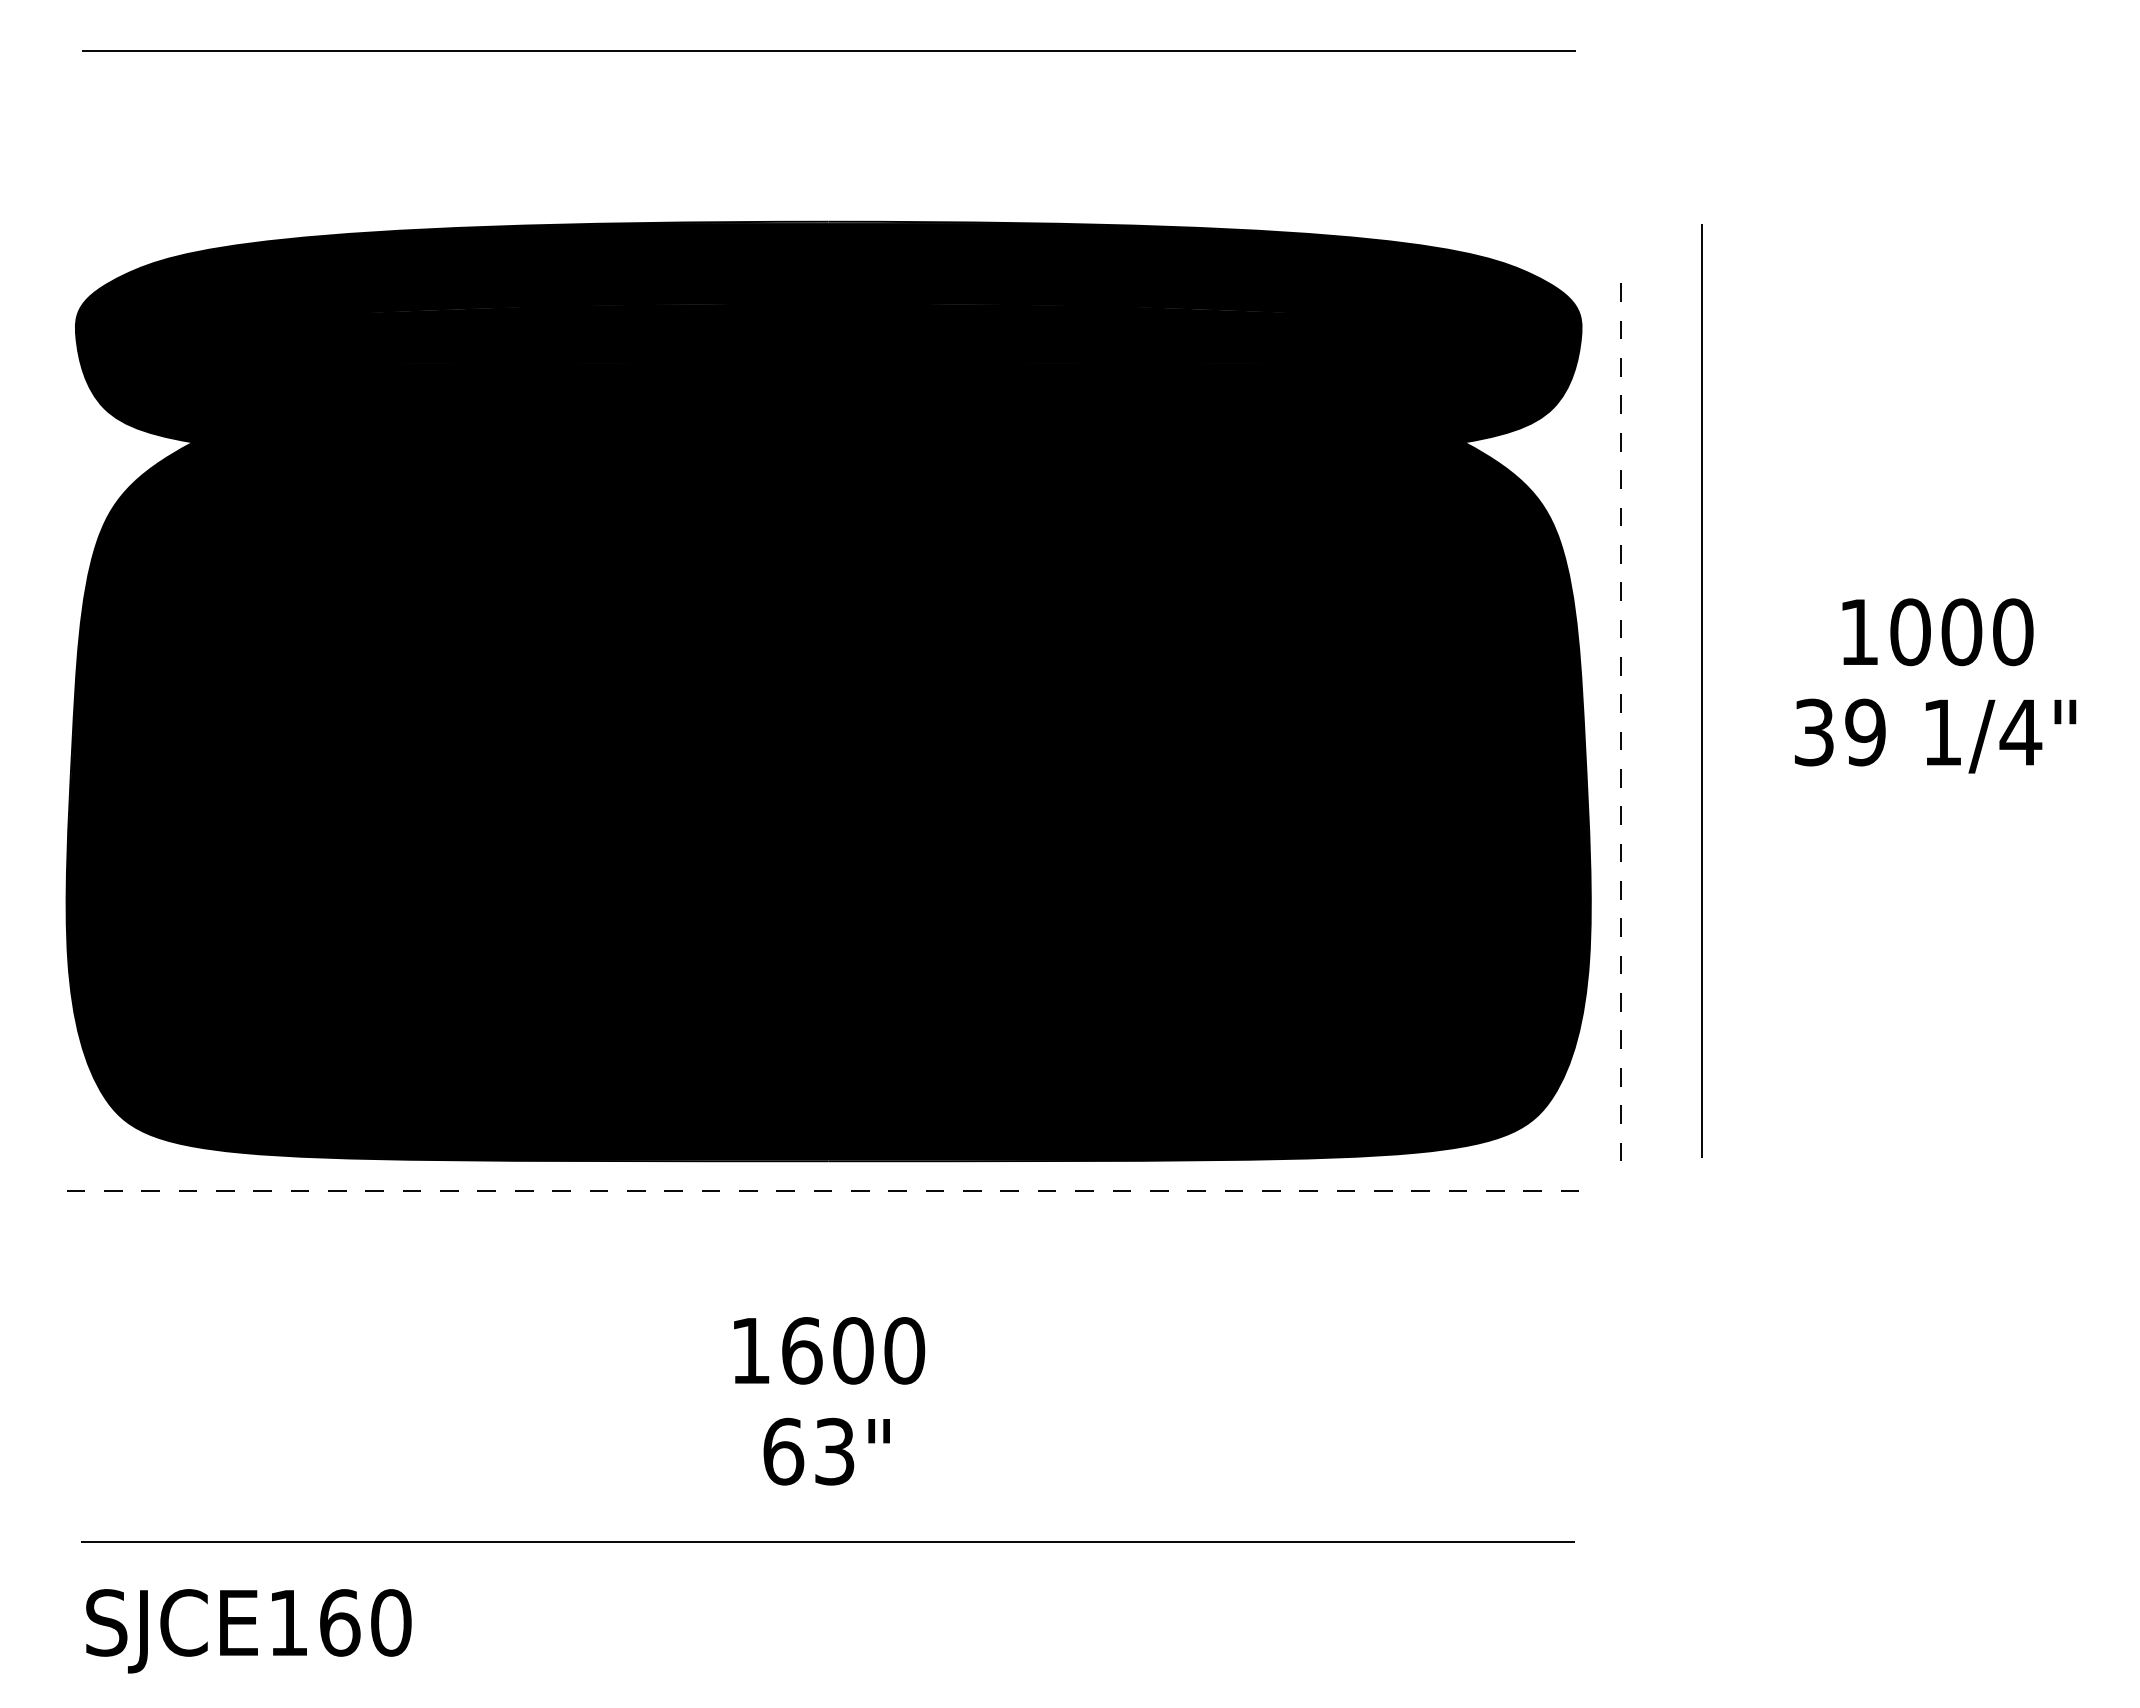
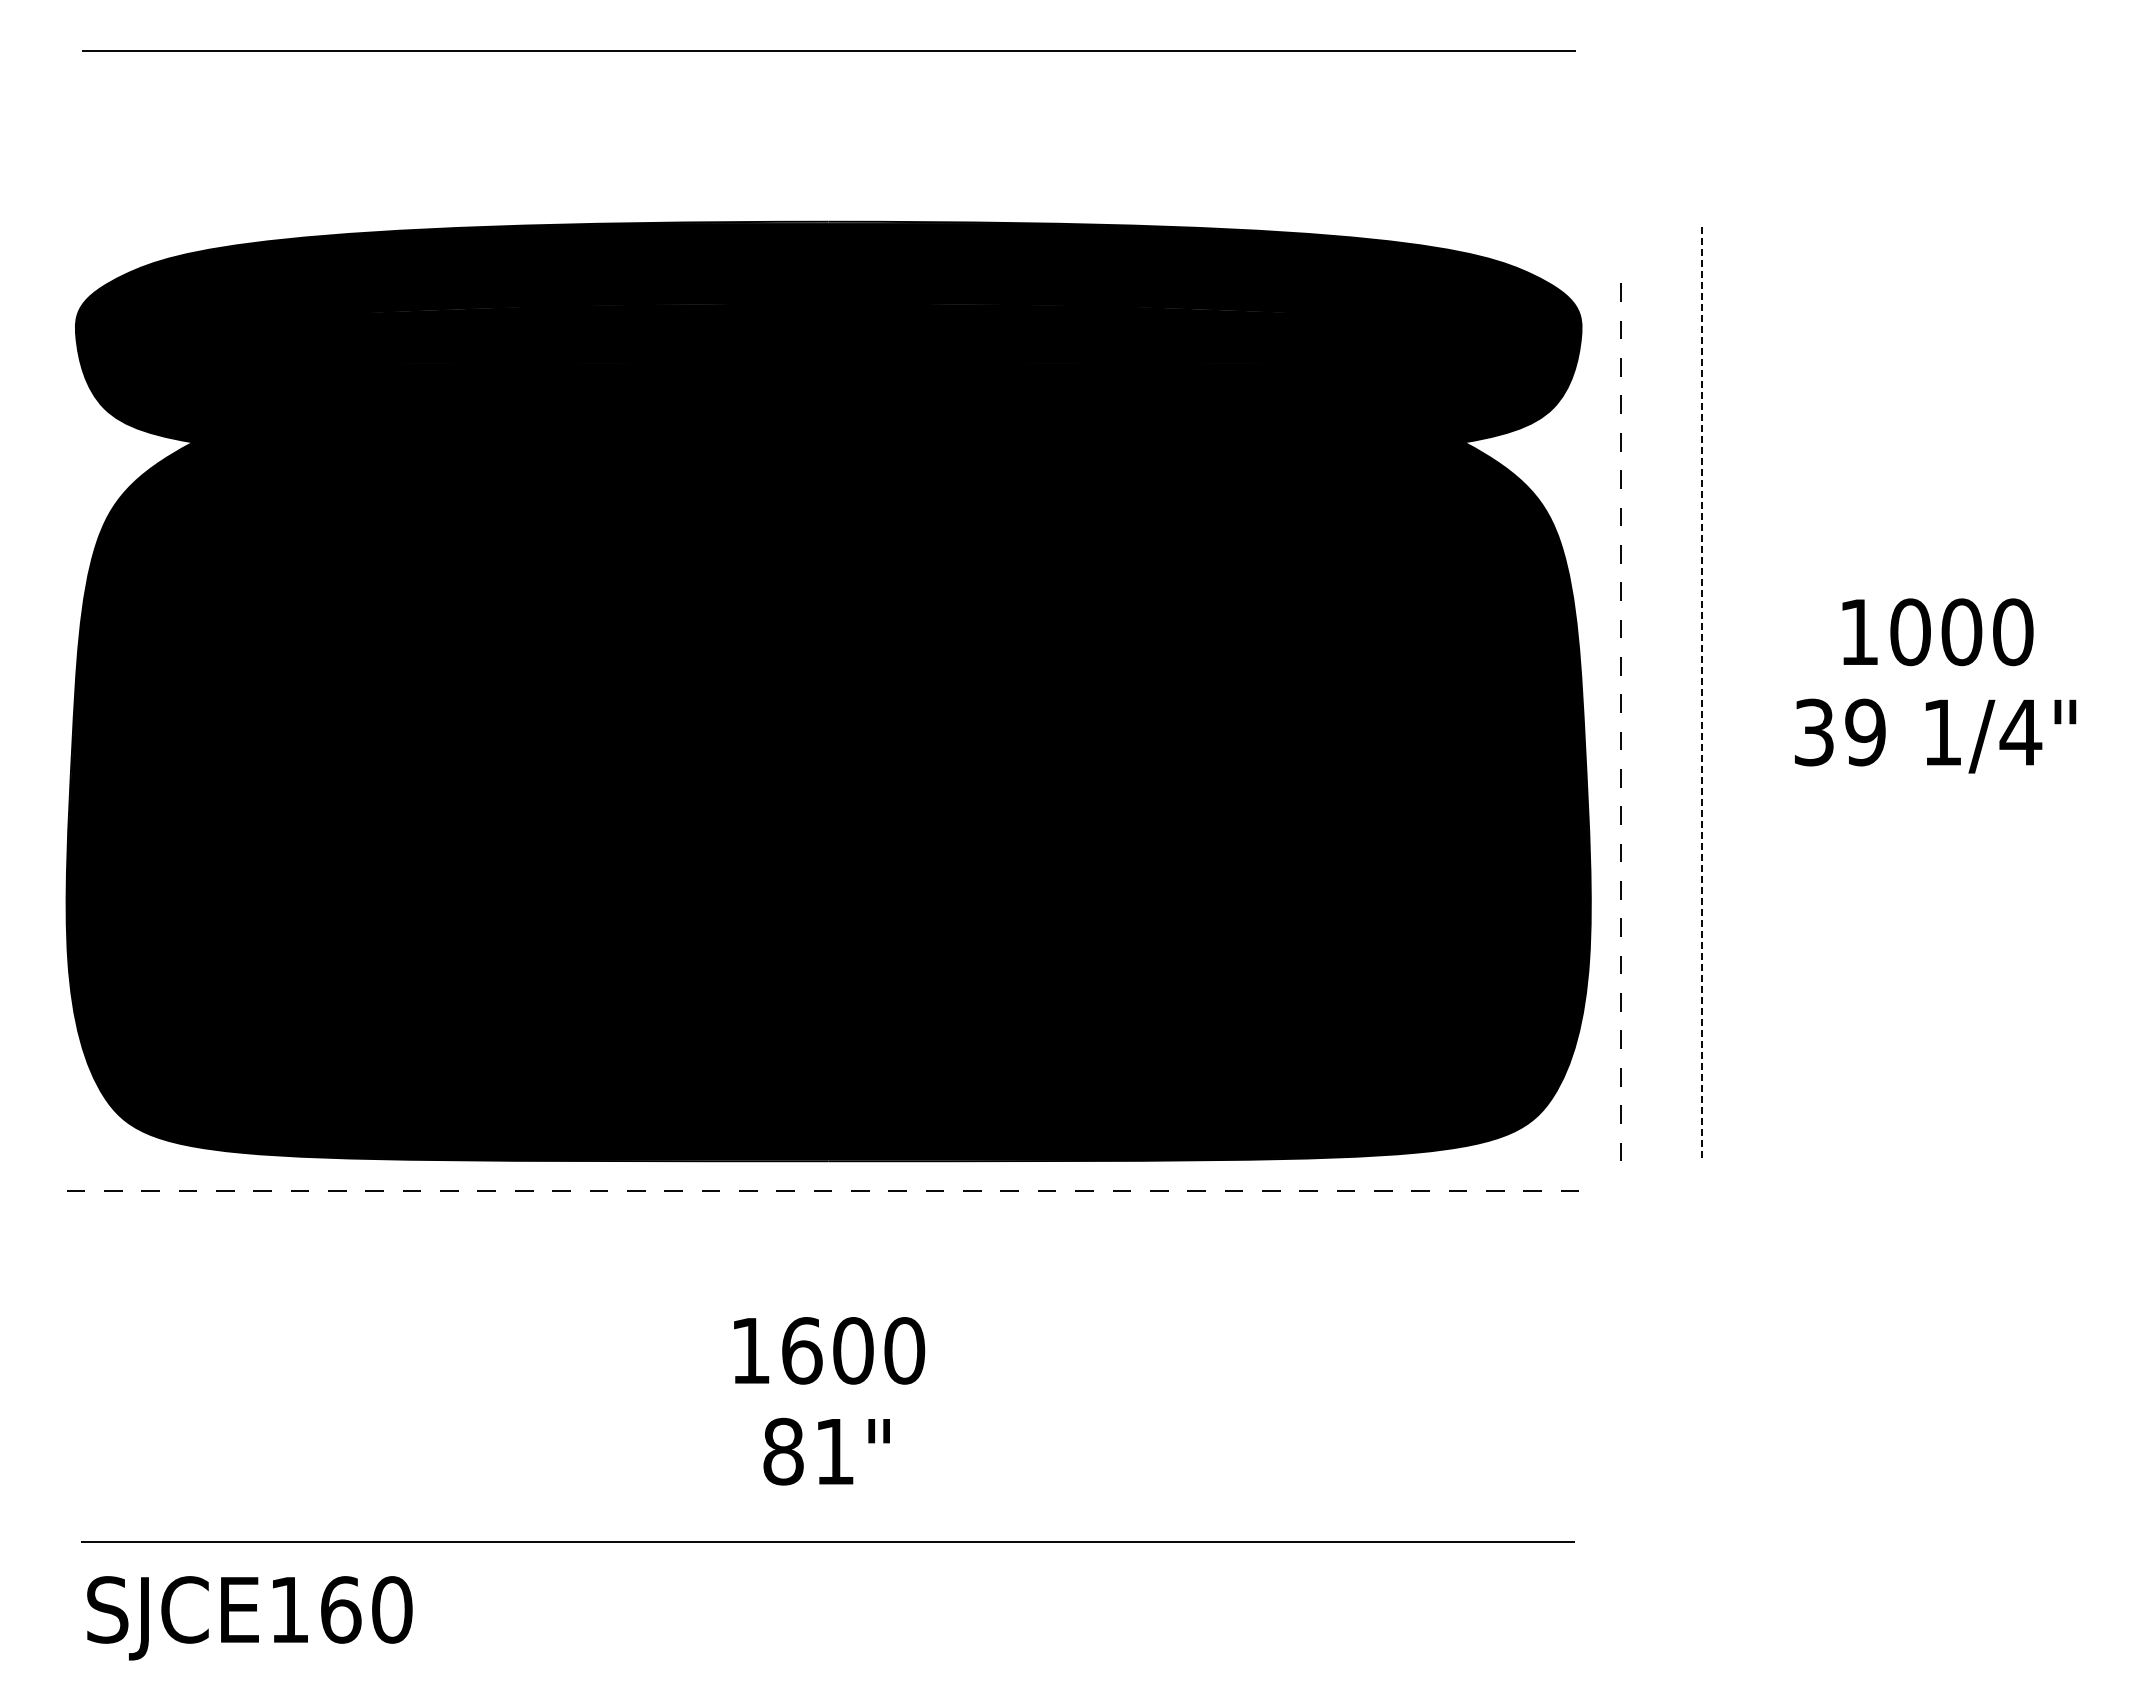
line at (1701, 690): solid -> dashed
text at (808, 1451): 63" -> 81"
text at (248, 1631) position: (248, 1631) -> (249, 1618)
